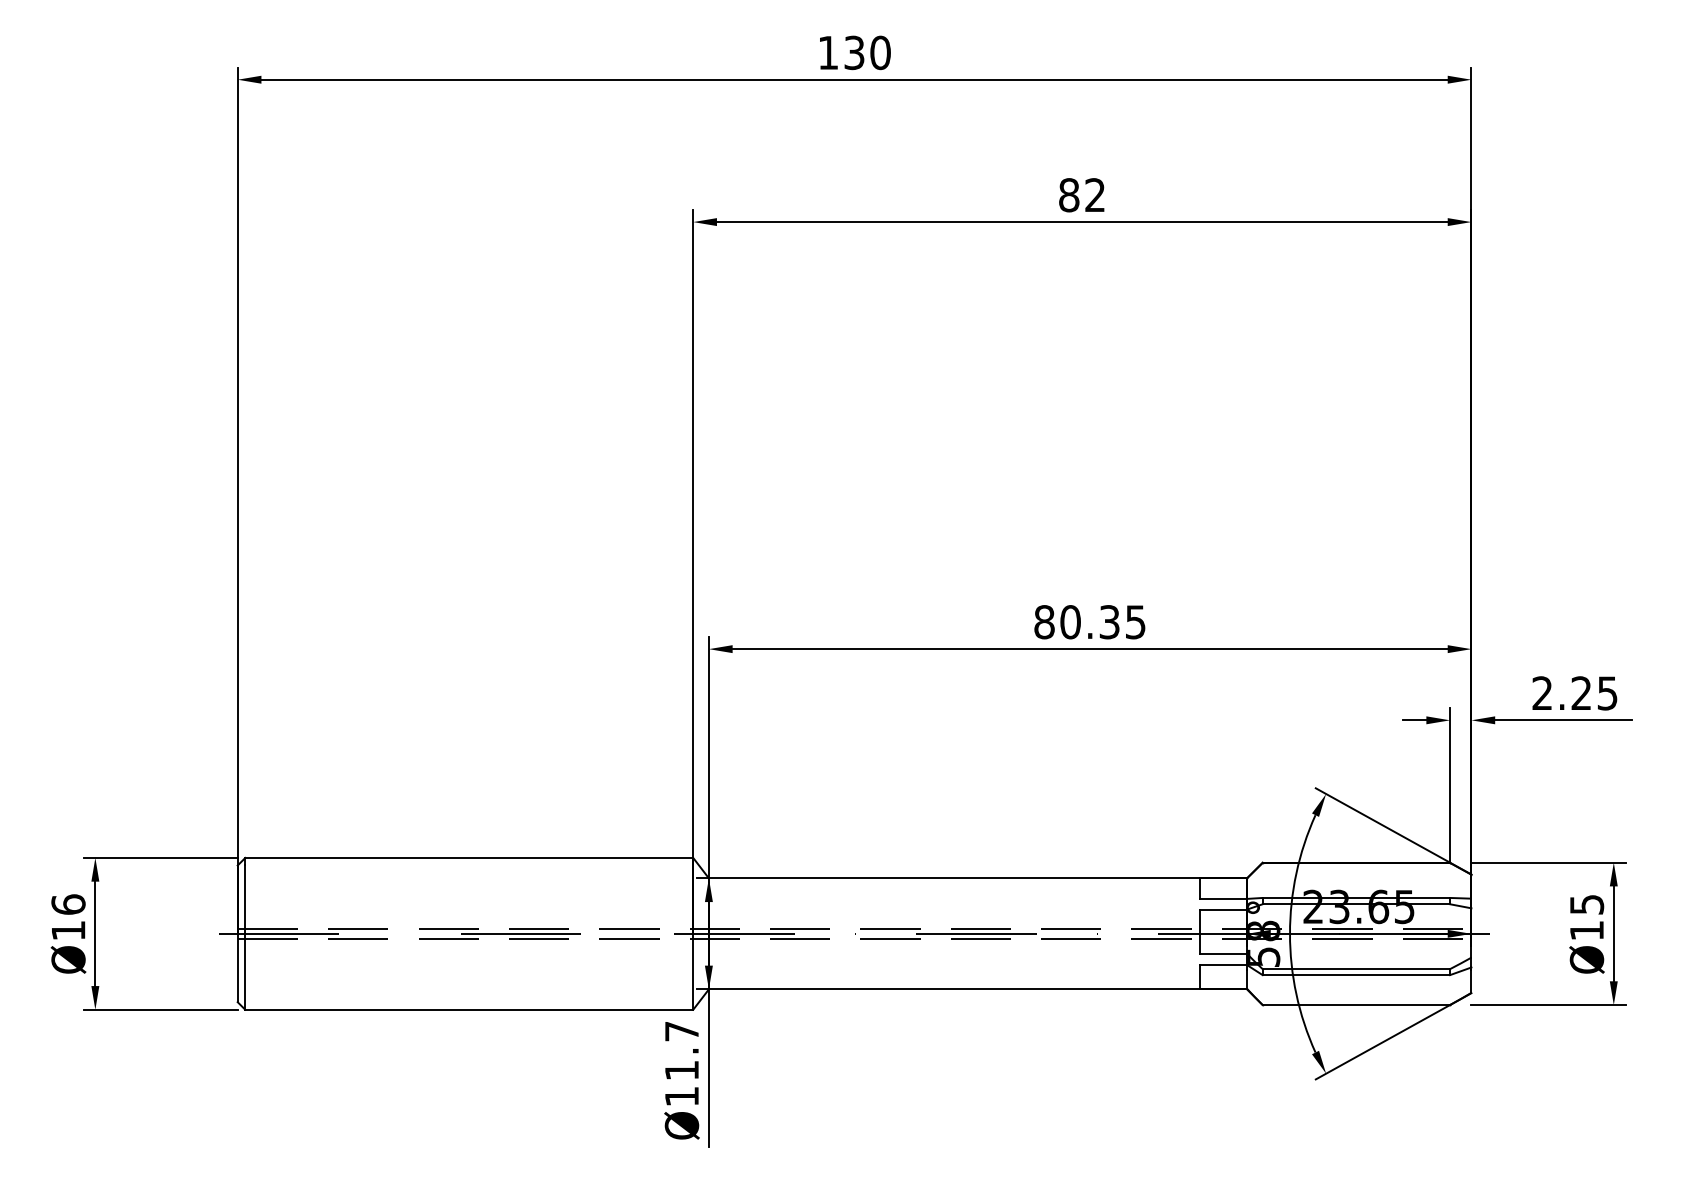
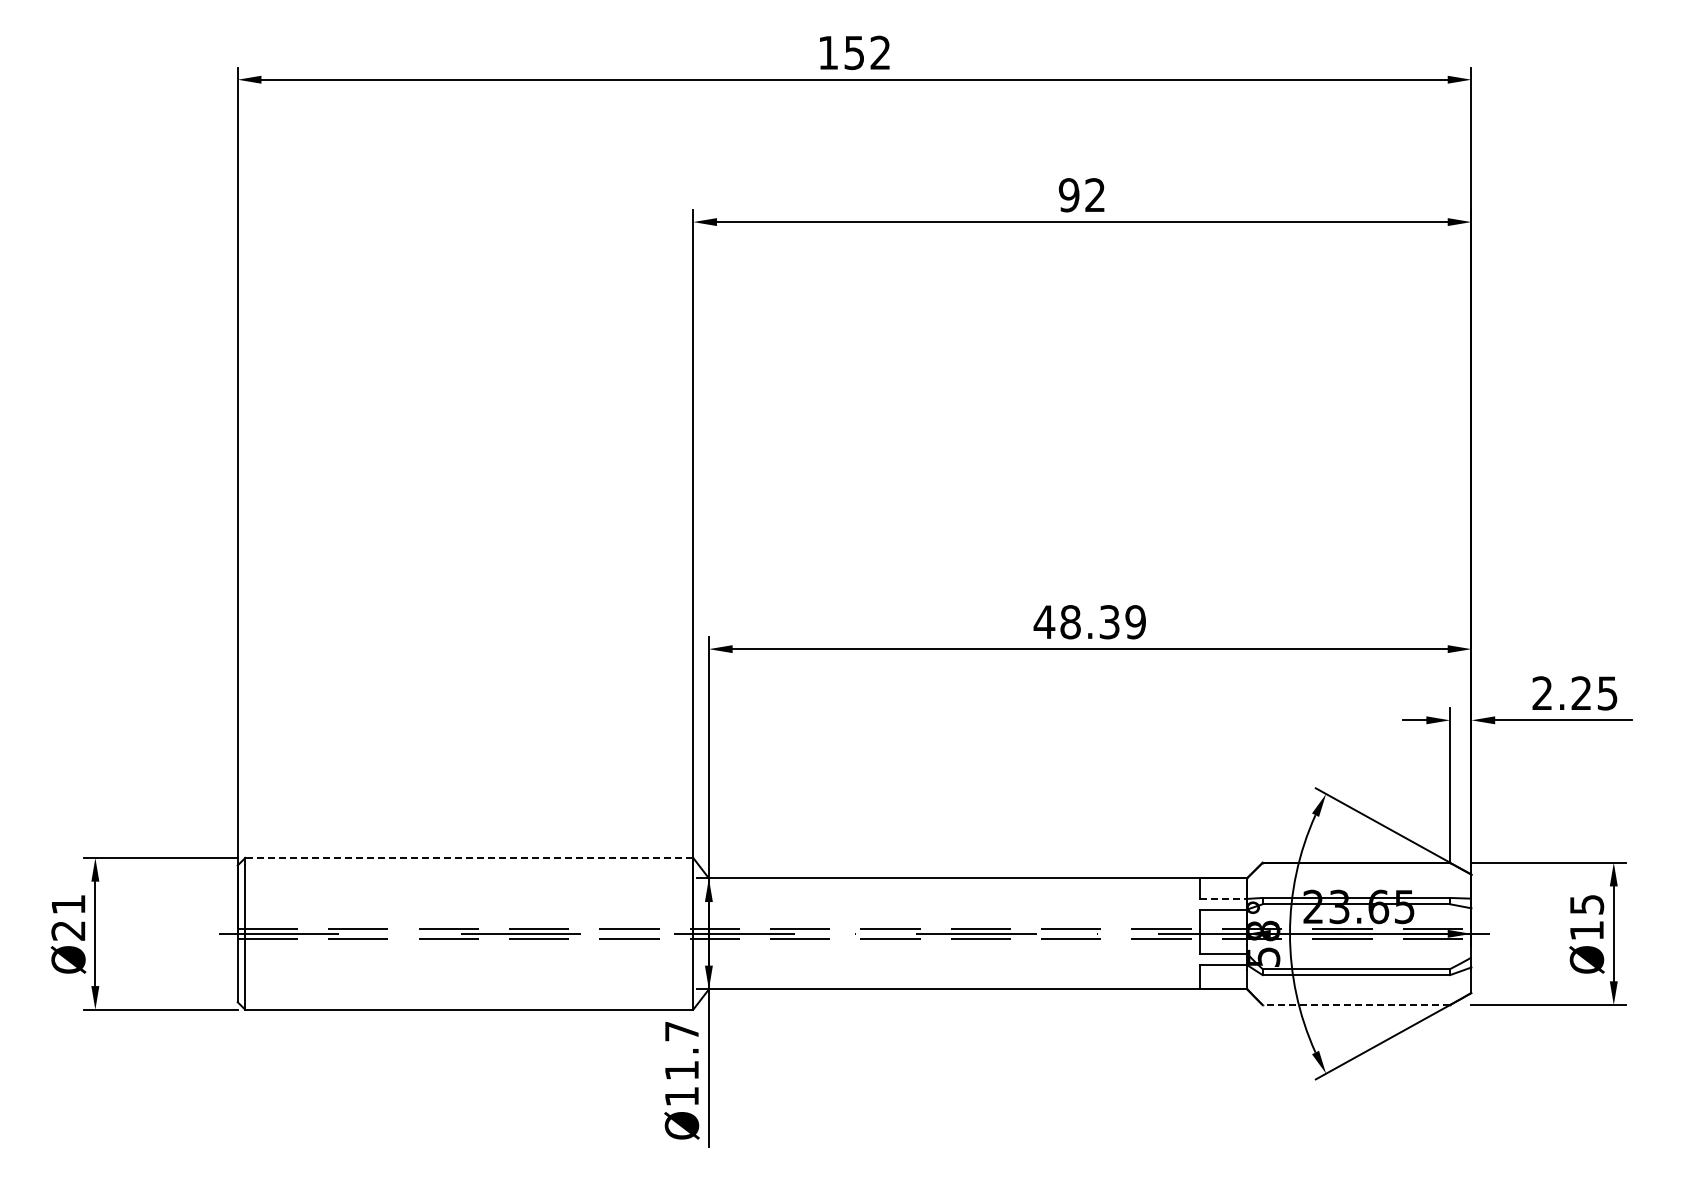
text at (867, 52): 130 -> 152
text at (1068, 195): 82 -> 92
text at (1089, 622): 80.35 -> 48.39
line at (469, 857): solid -> dashed
line at (1224, 898): solid -> dashed
text at (68, 917): Ø16 -> Ø21
line at (1356, 1005): solid -> dashed
